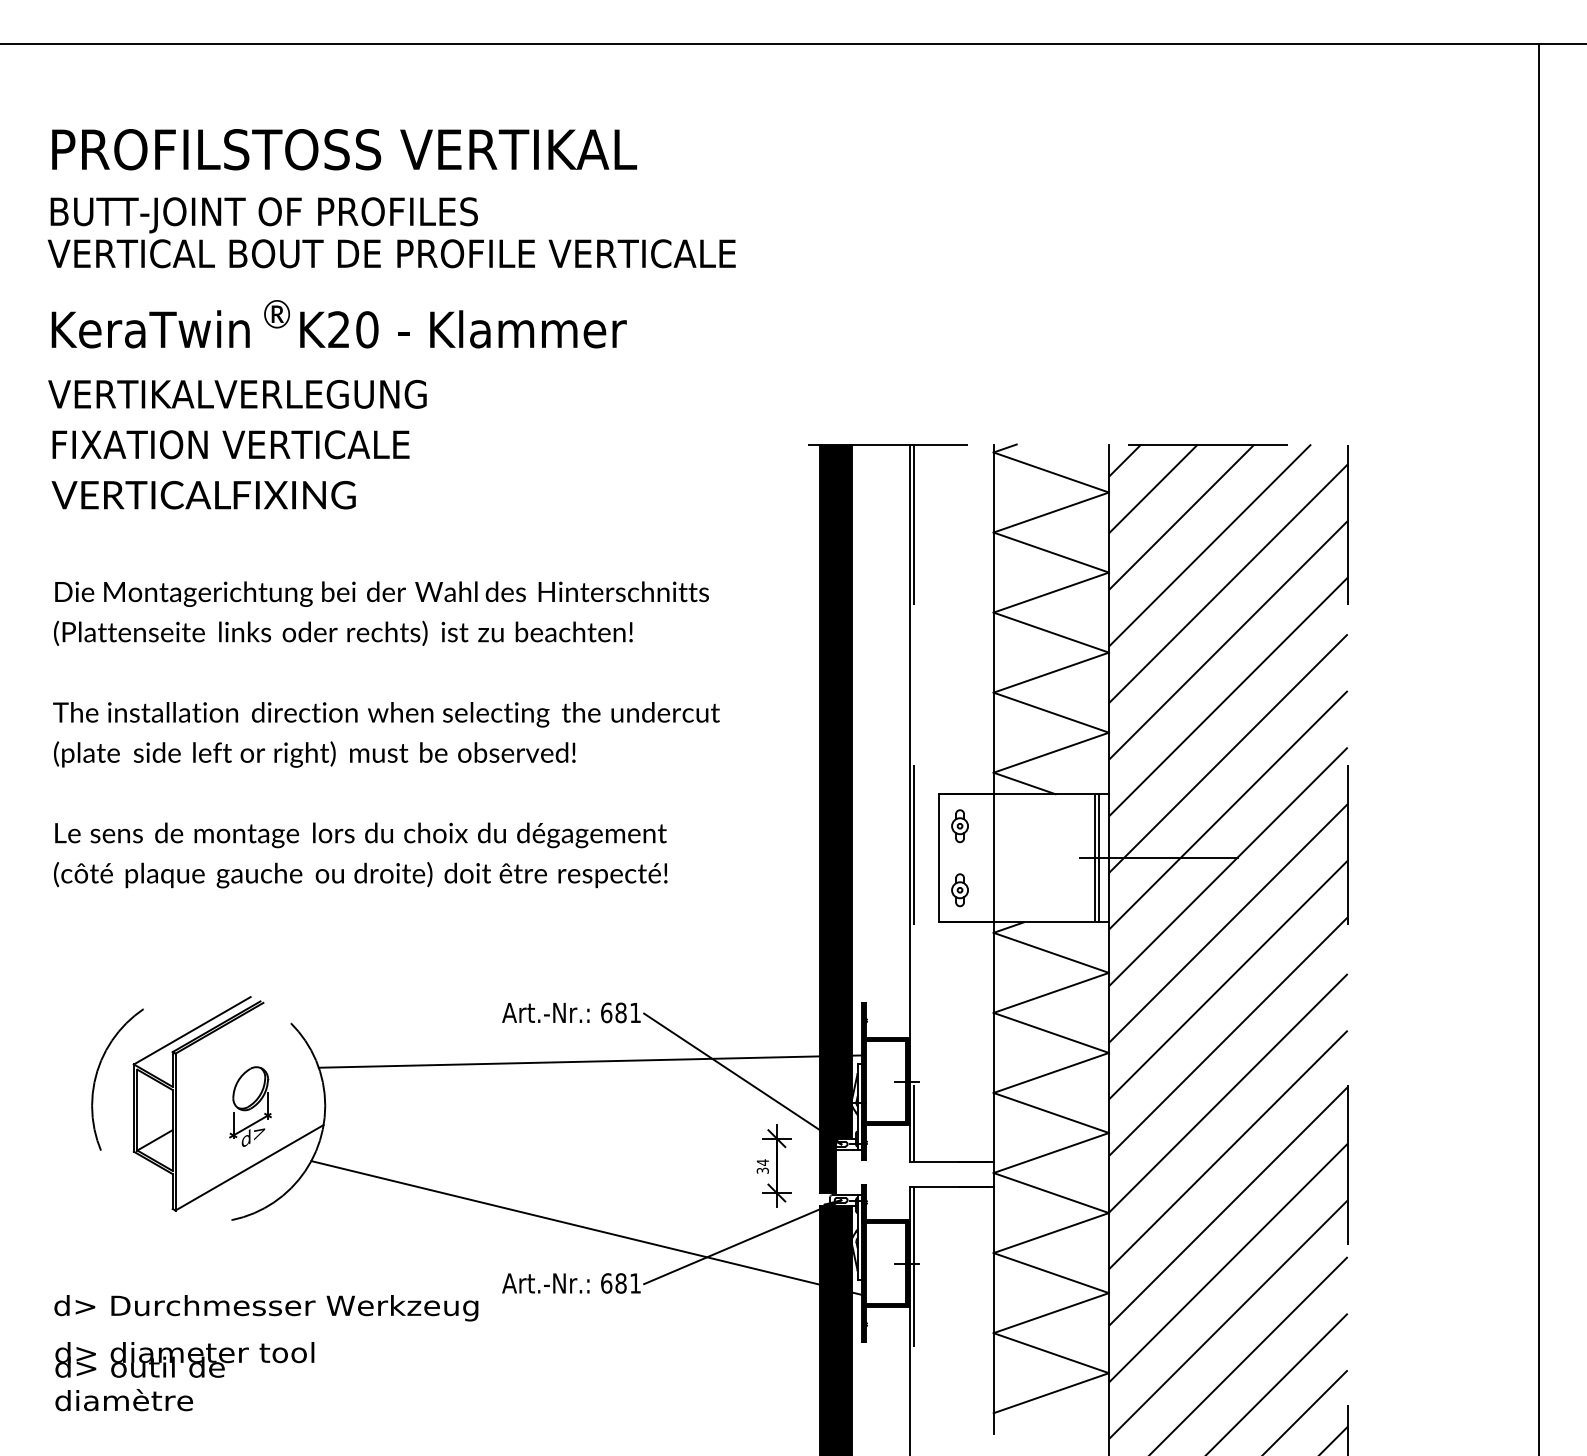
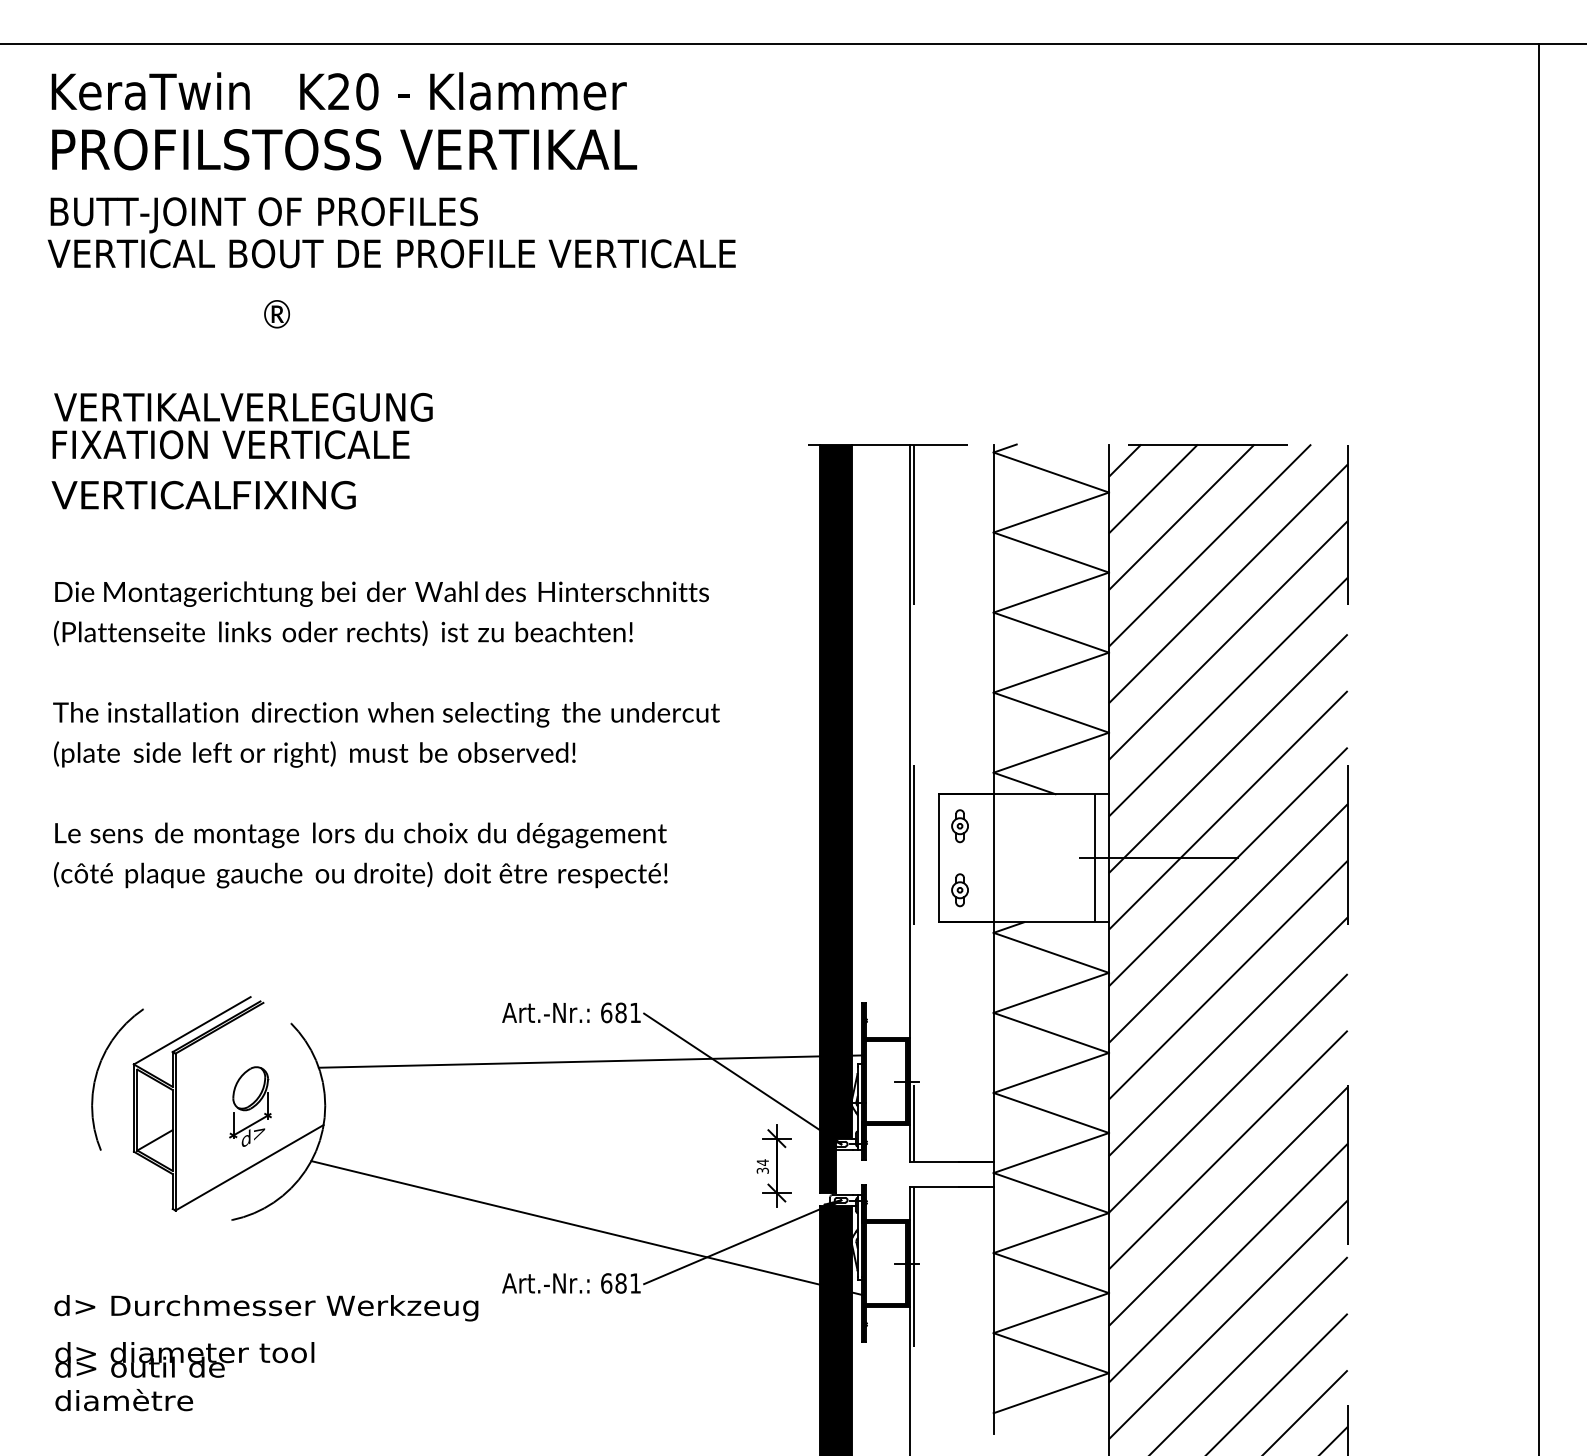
text at (338, 329) position: (338, 329) -> (338, 91)
text at (237, 394) position: (237, 394) -> (243, 407)
line at (1099, 858): present -> none
